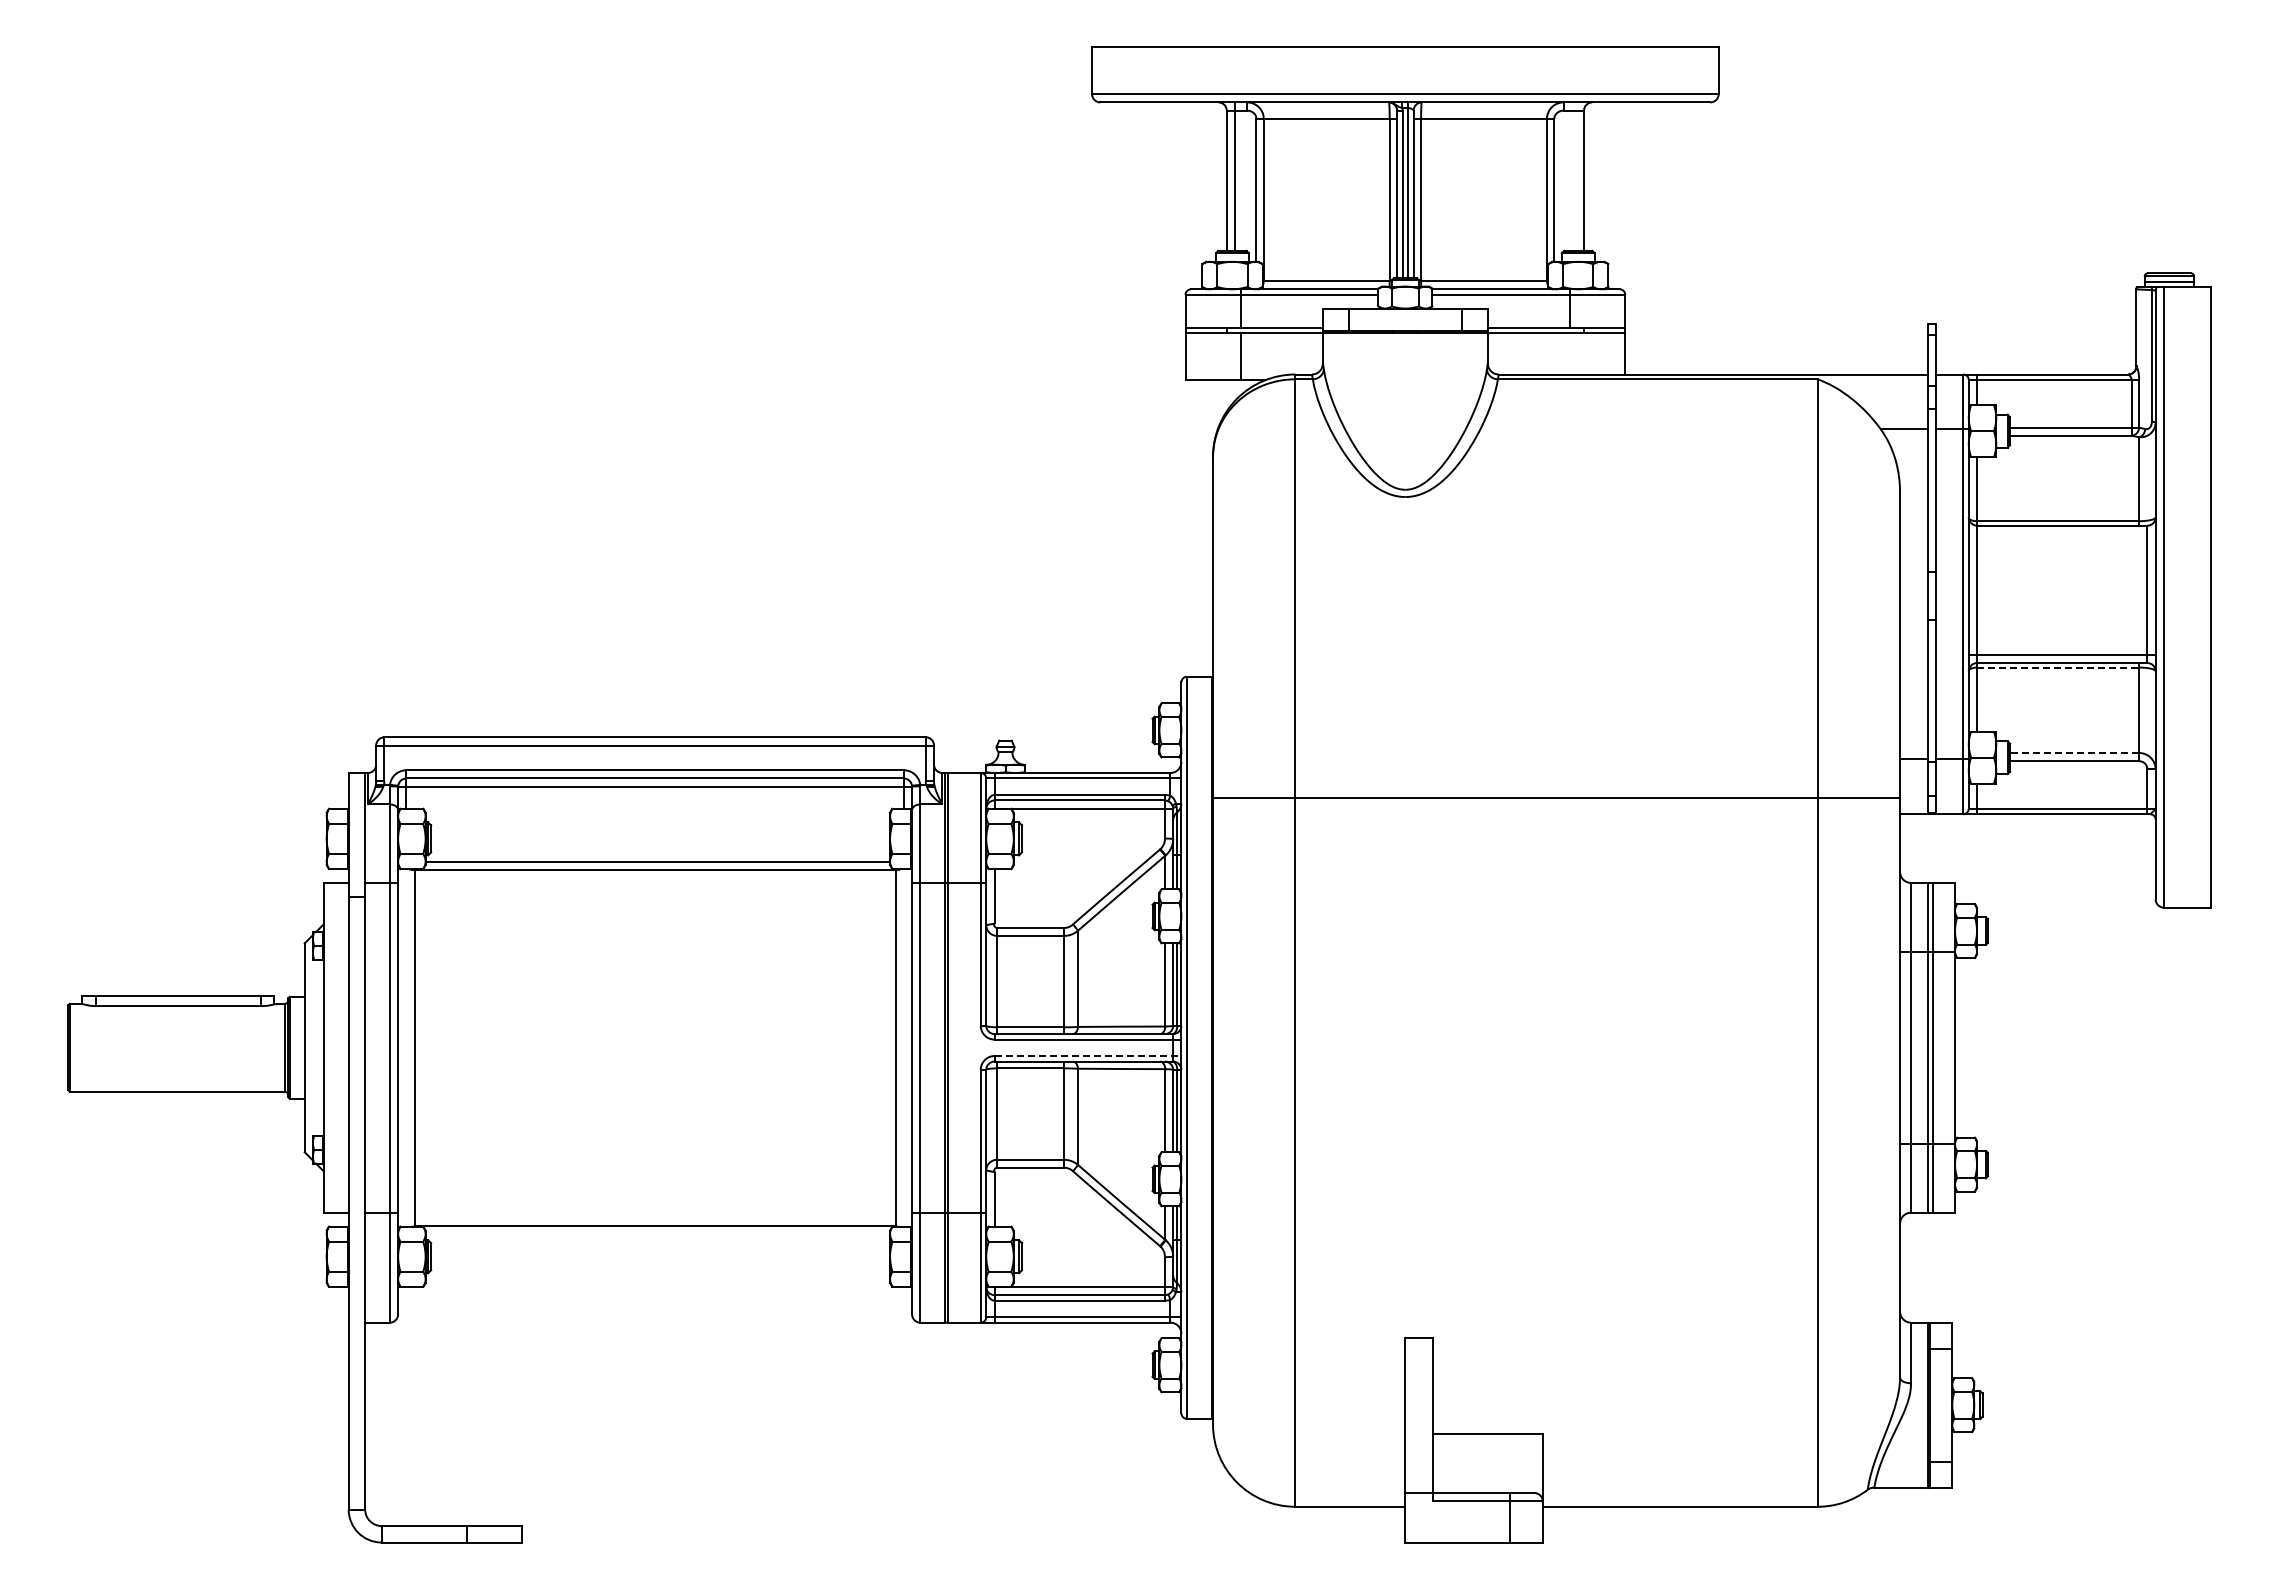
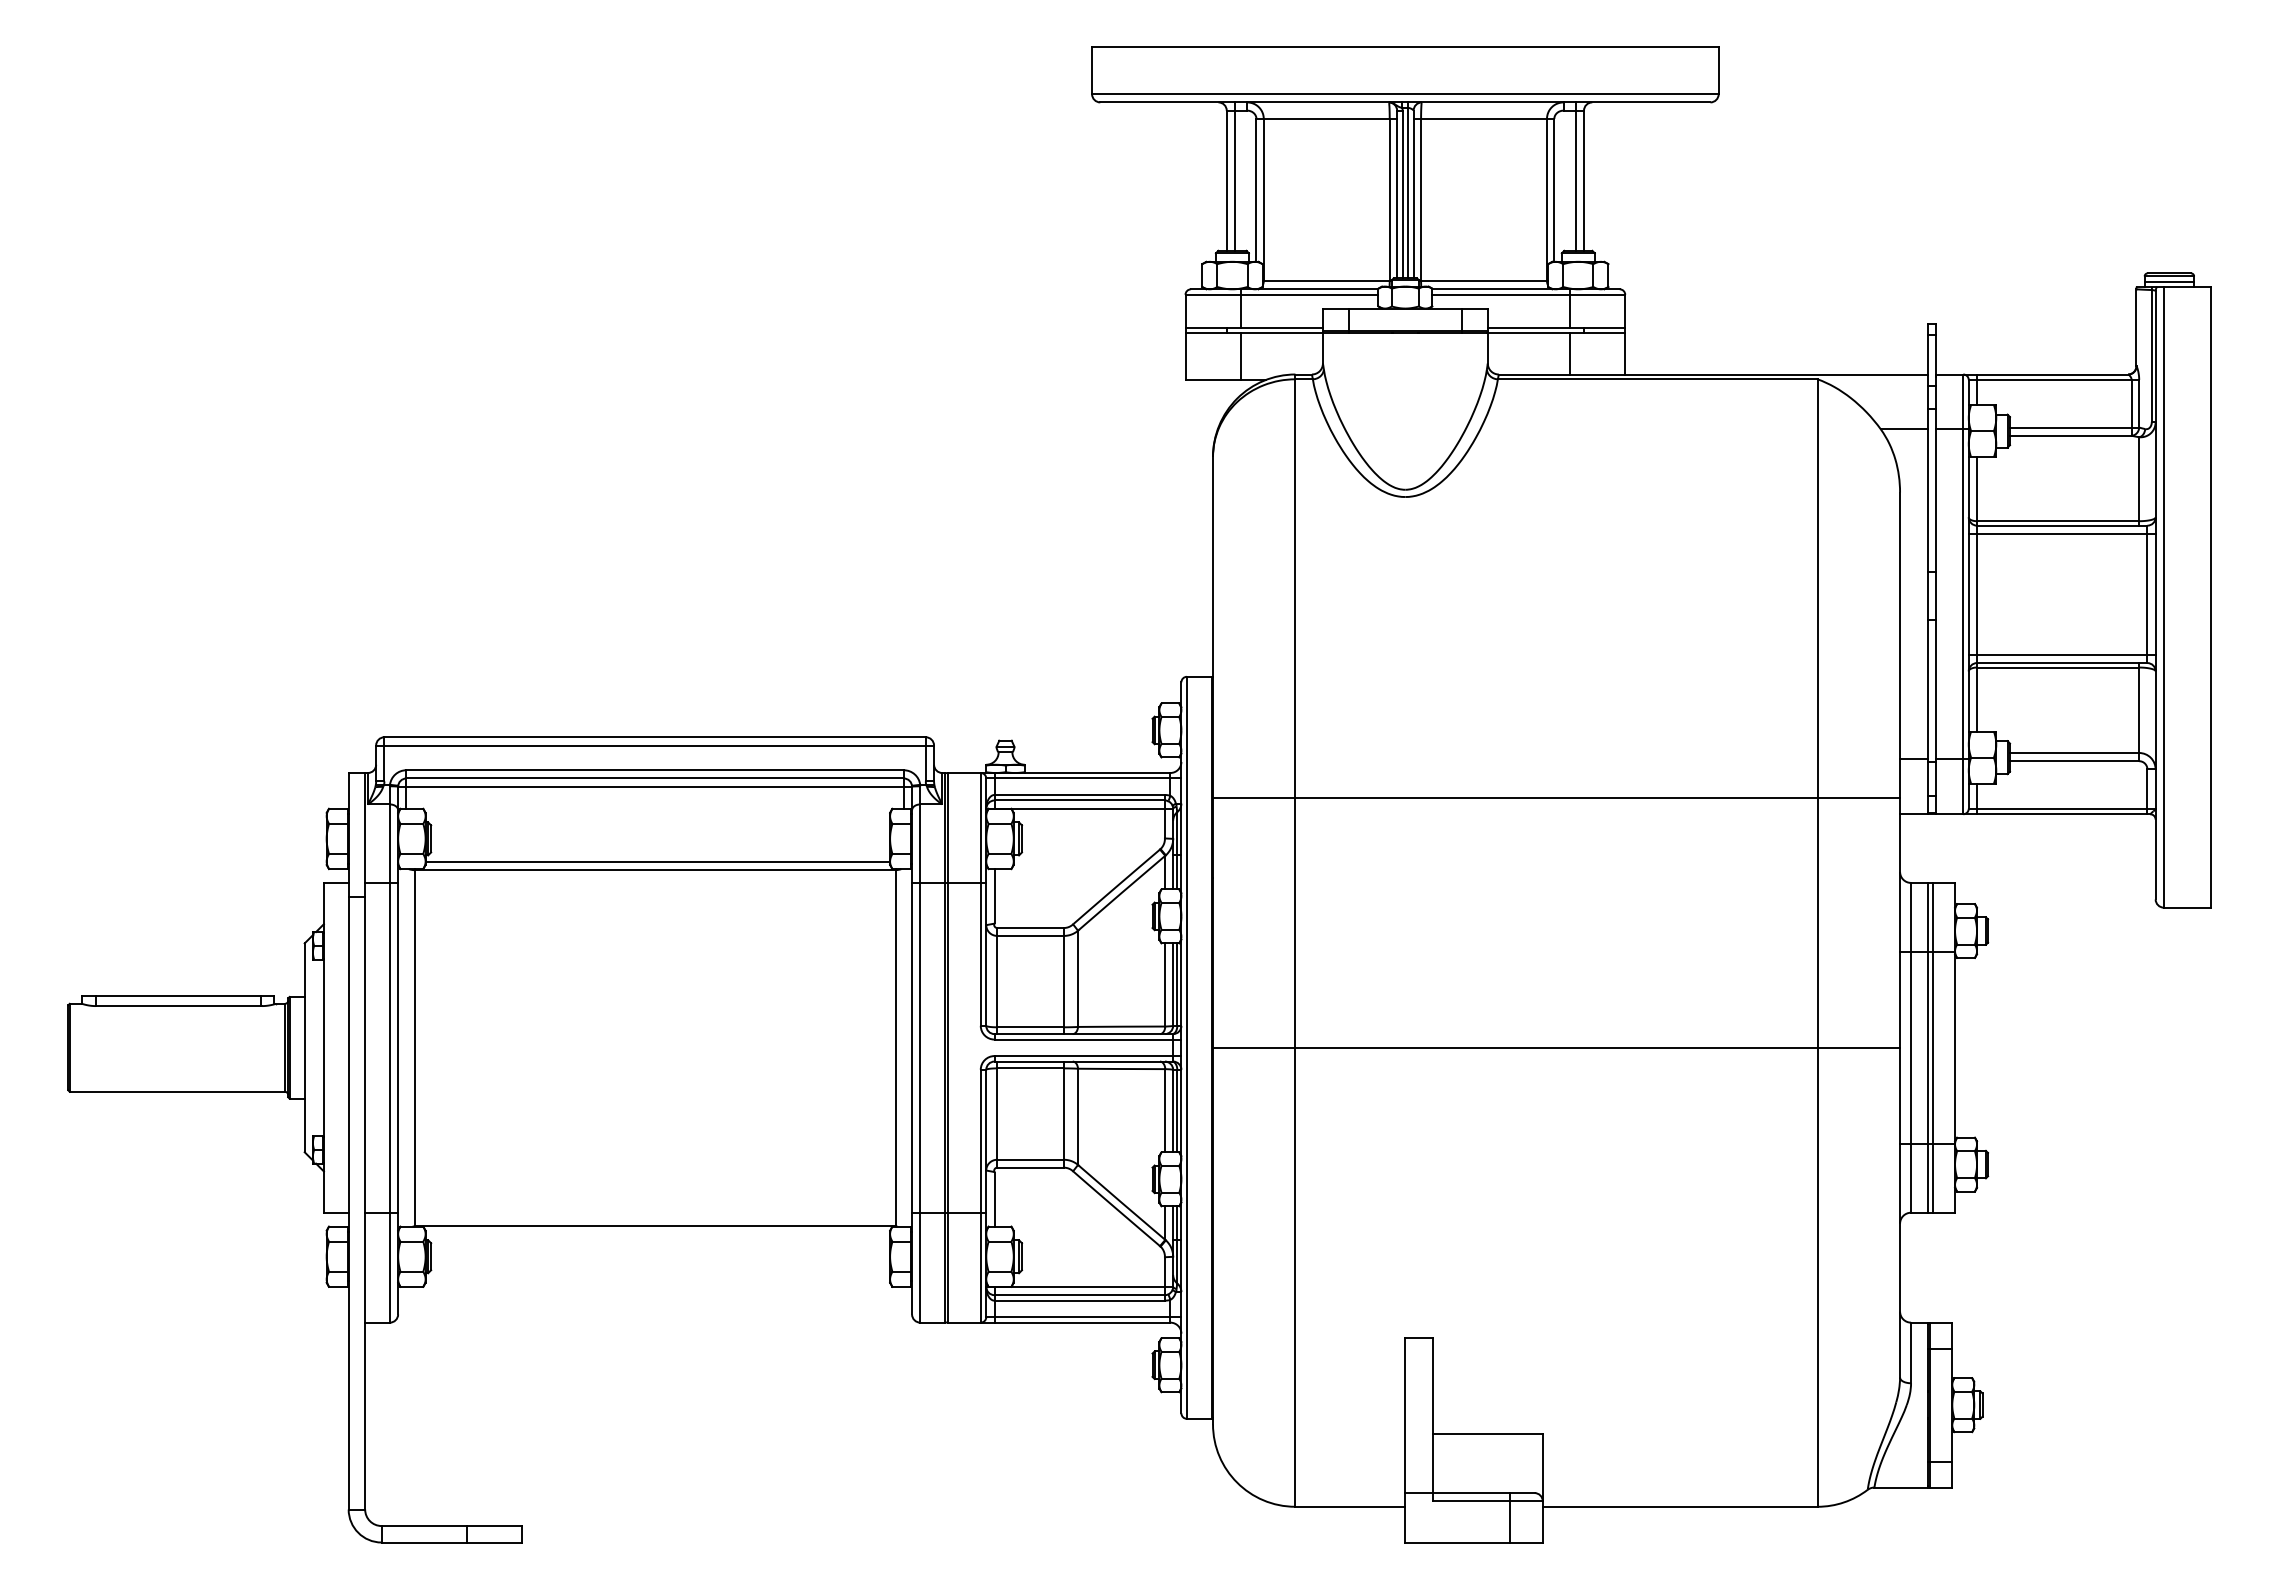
line at (1575, 176): none -> present
line at (1570, 353): none -> present
line at (2061, 533): none -> present
line at (2058, 667): dashed -> solid
line at (2074, 753): dashed -> solid
line at (1556, 1047): none -> present
line at (1088, 1056): dashed -> solid
